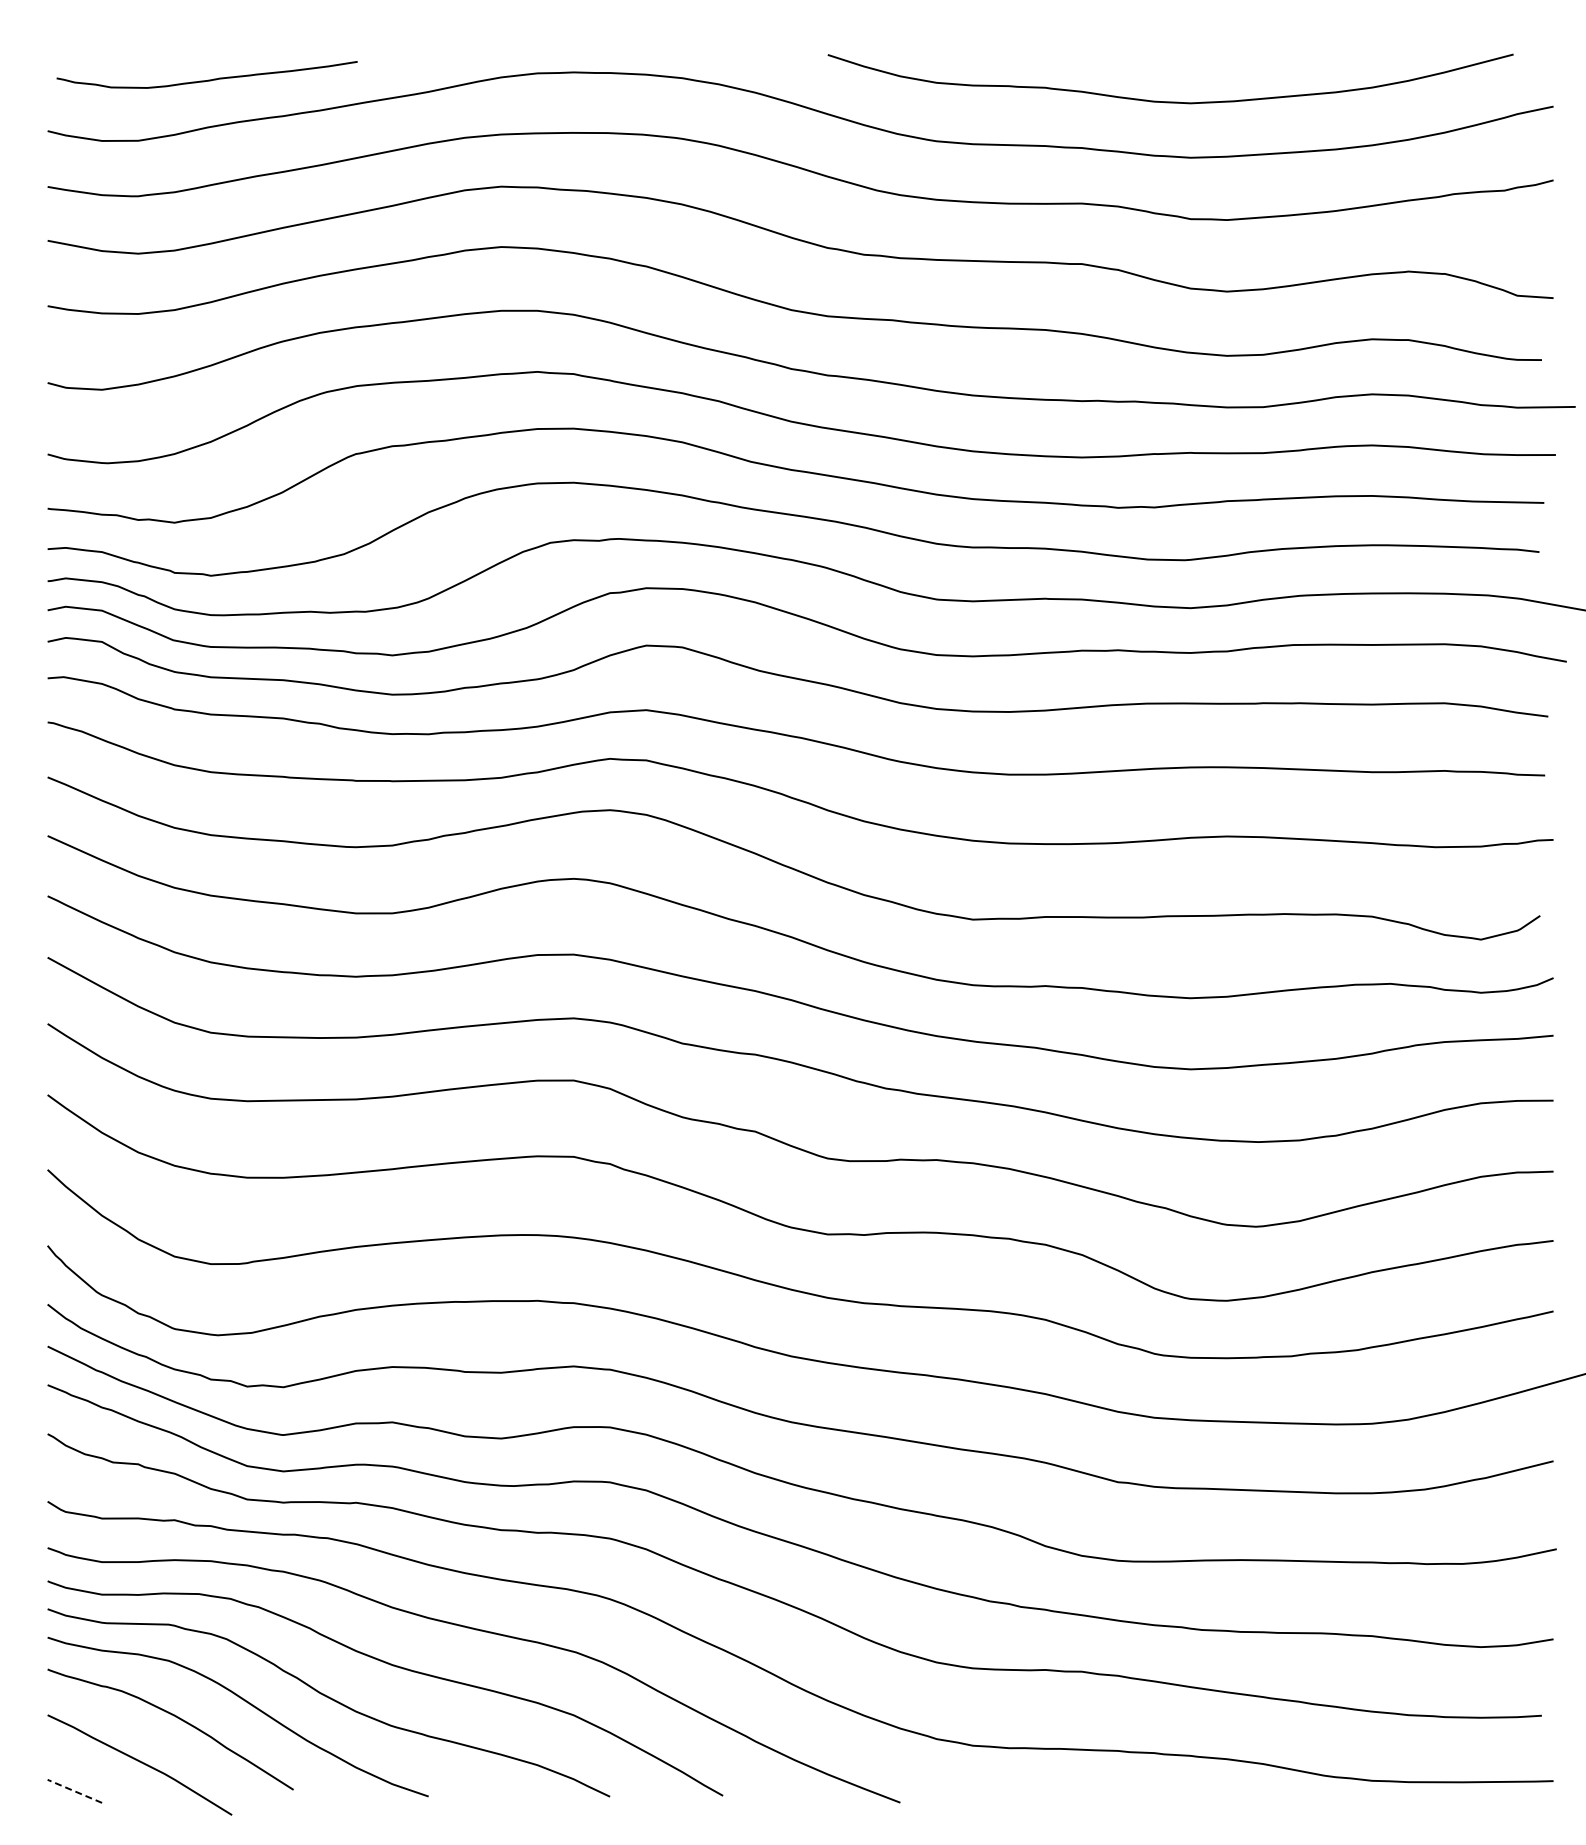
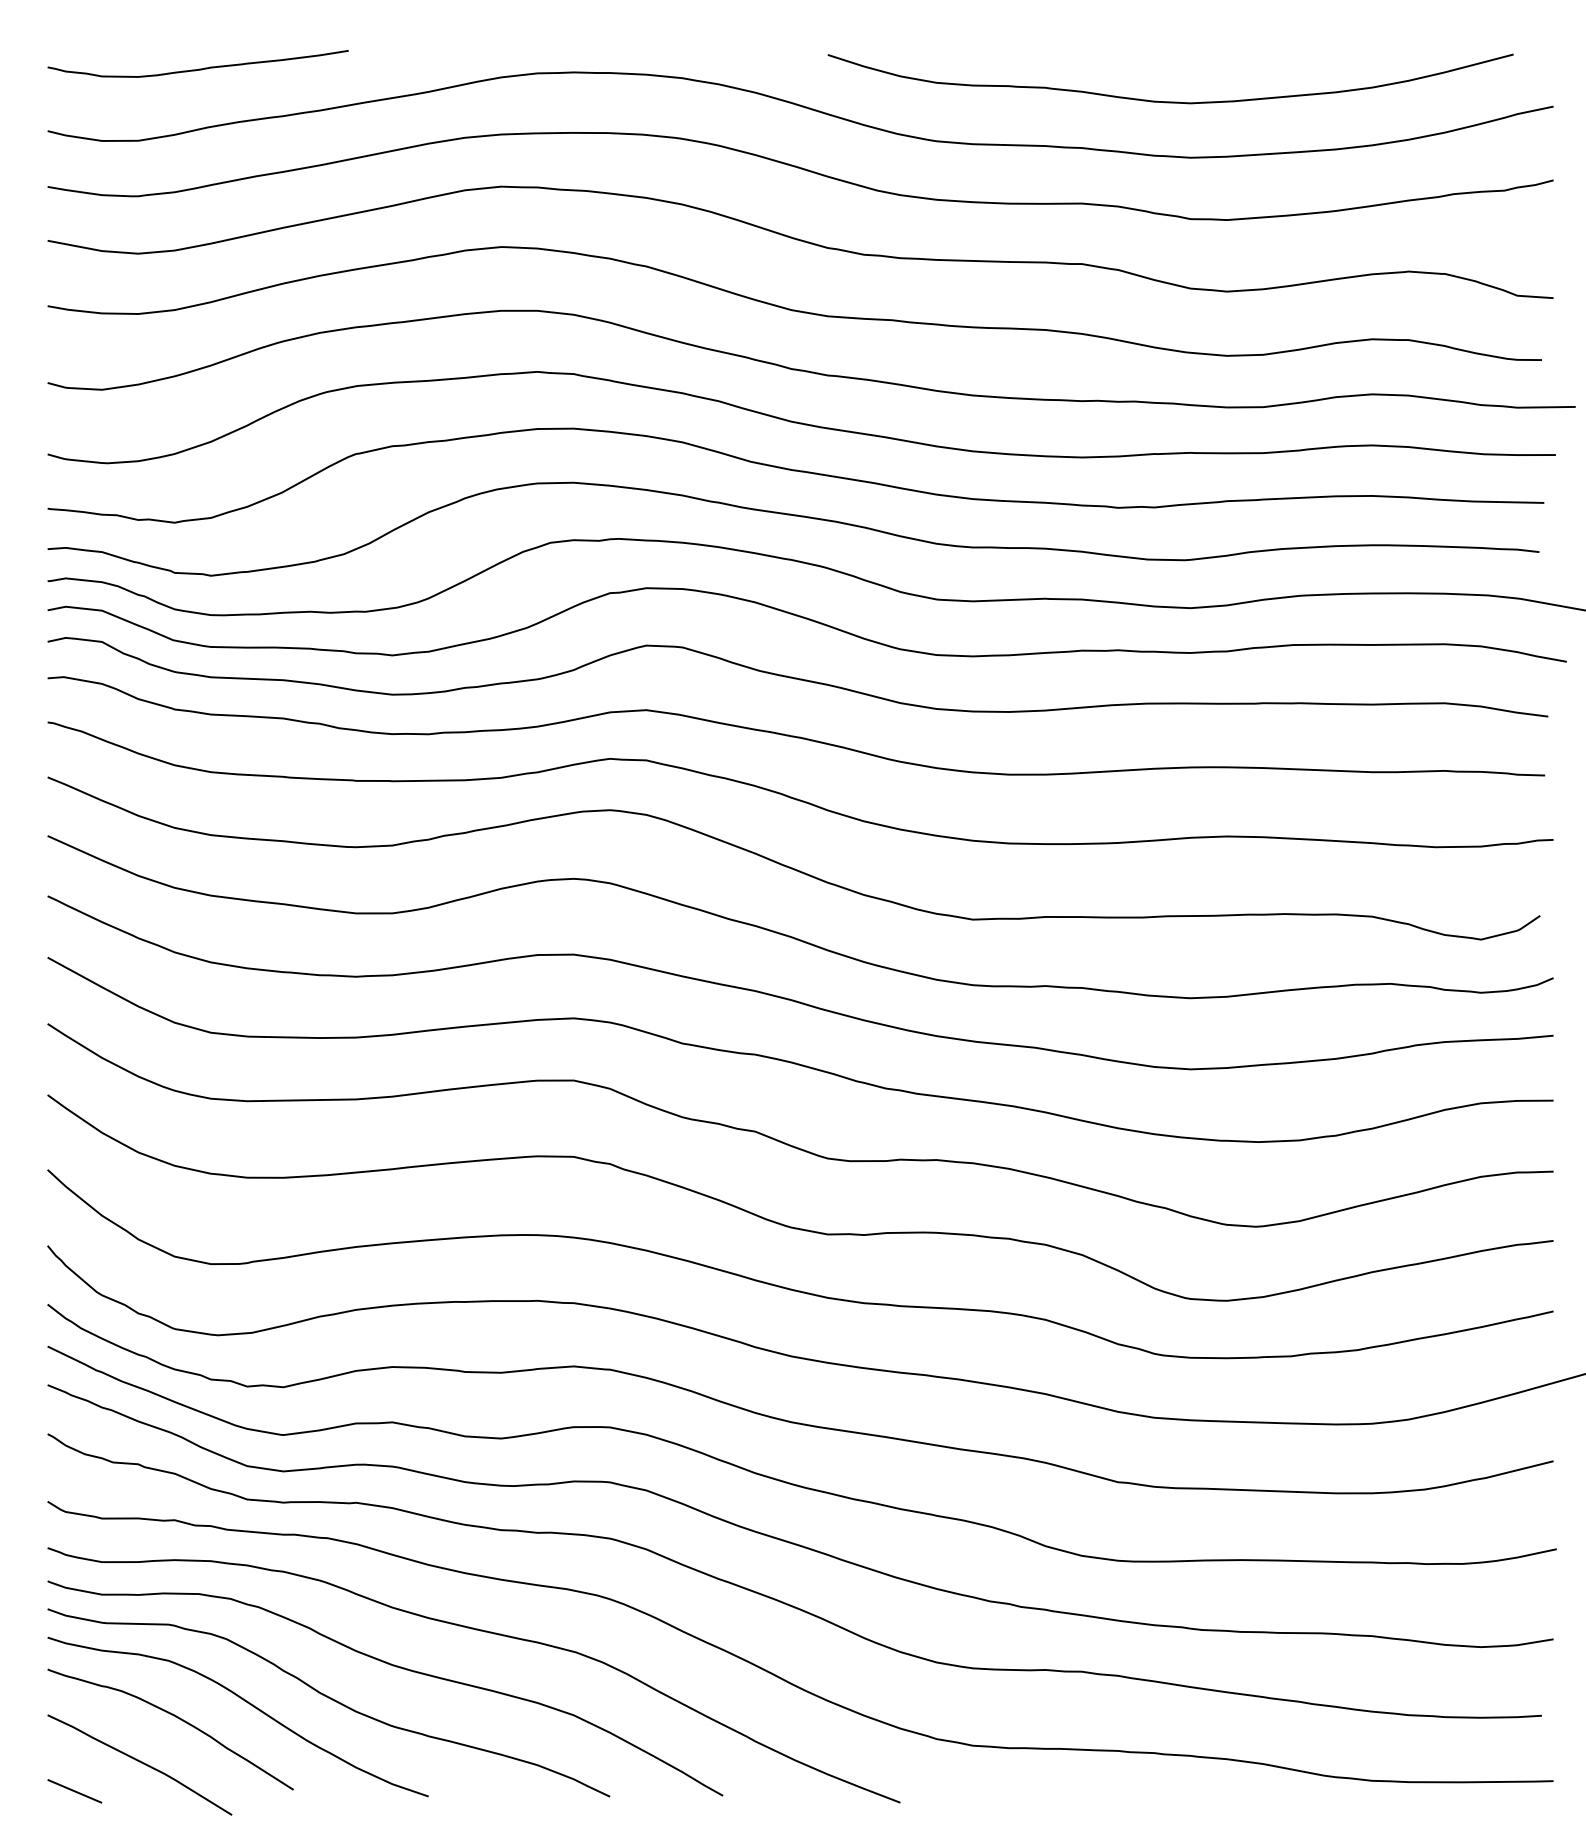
curve at (208, 79) position: (208, 79) -> (199, 68)
line at (73, 1790): dashed -> solid
